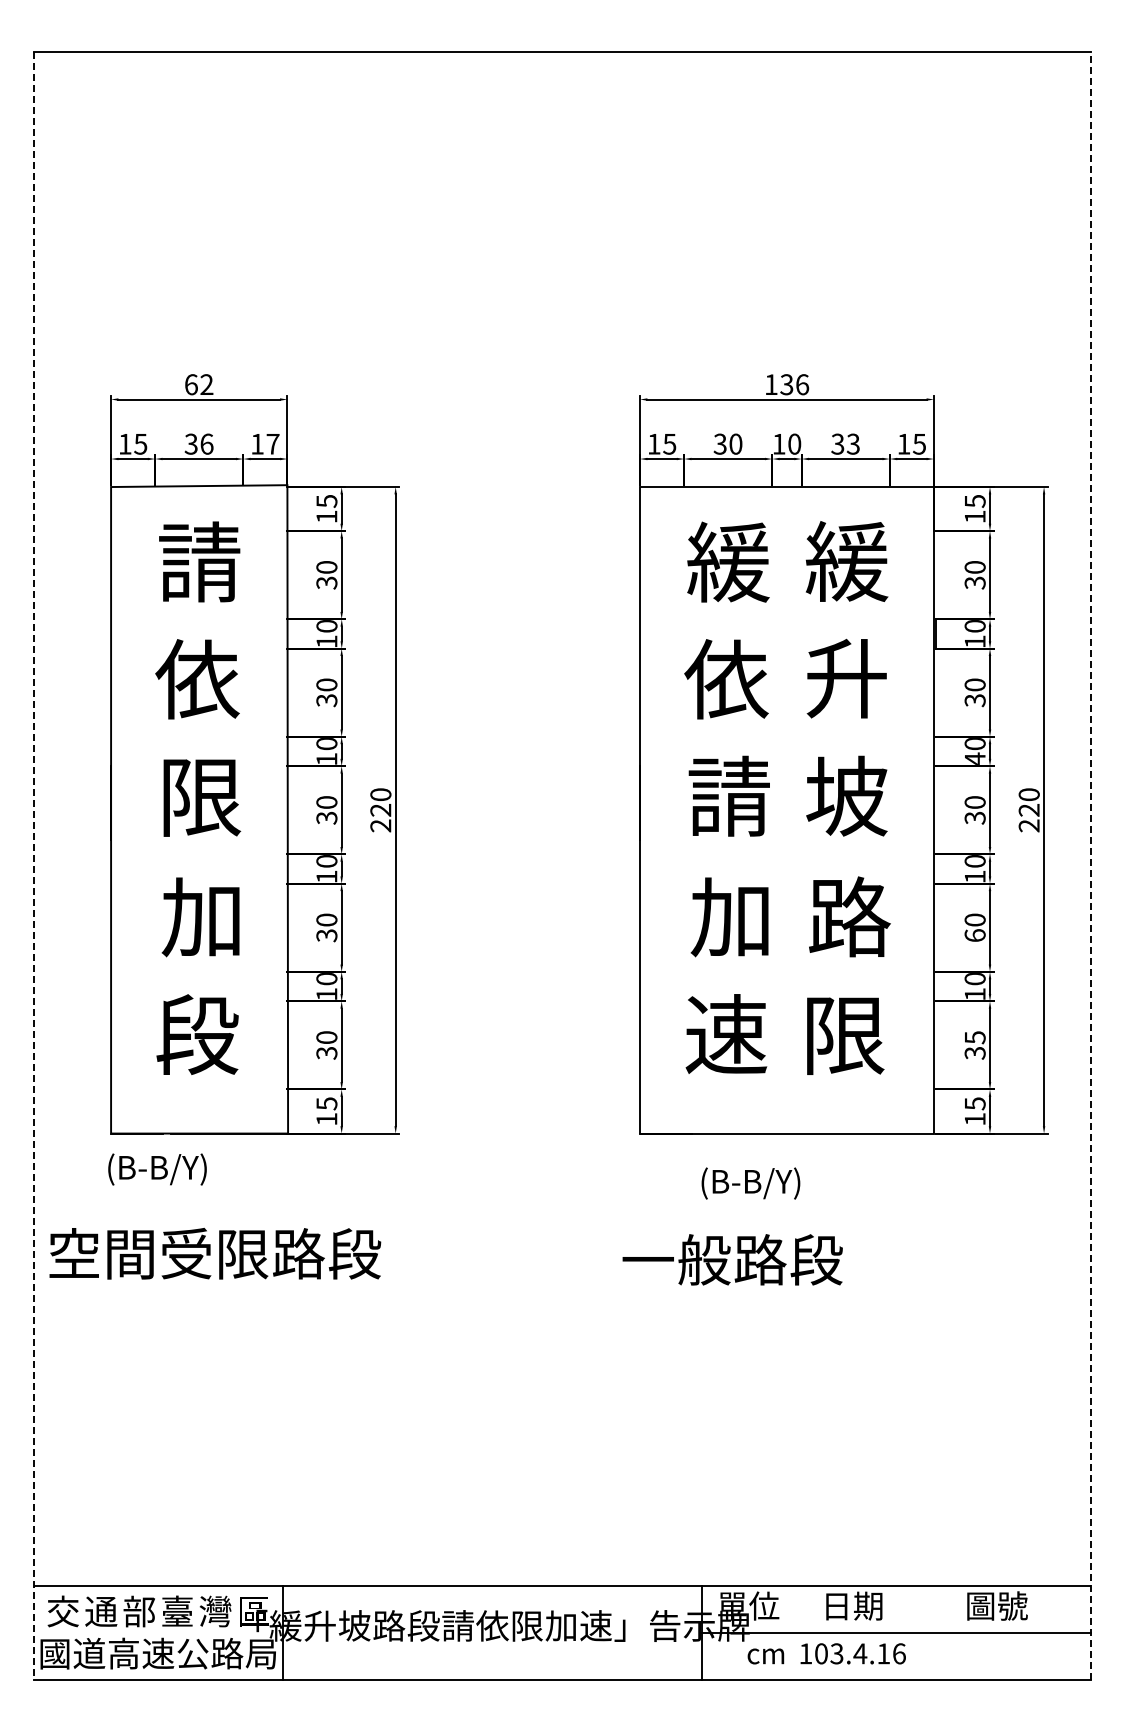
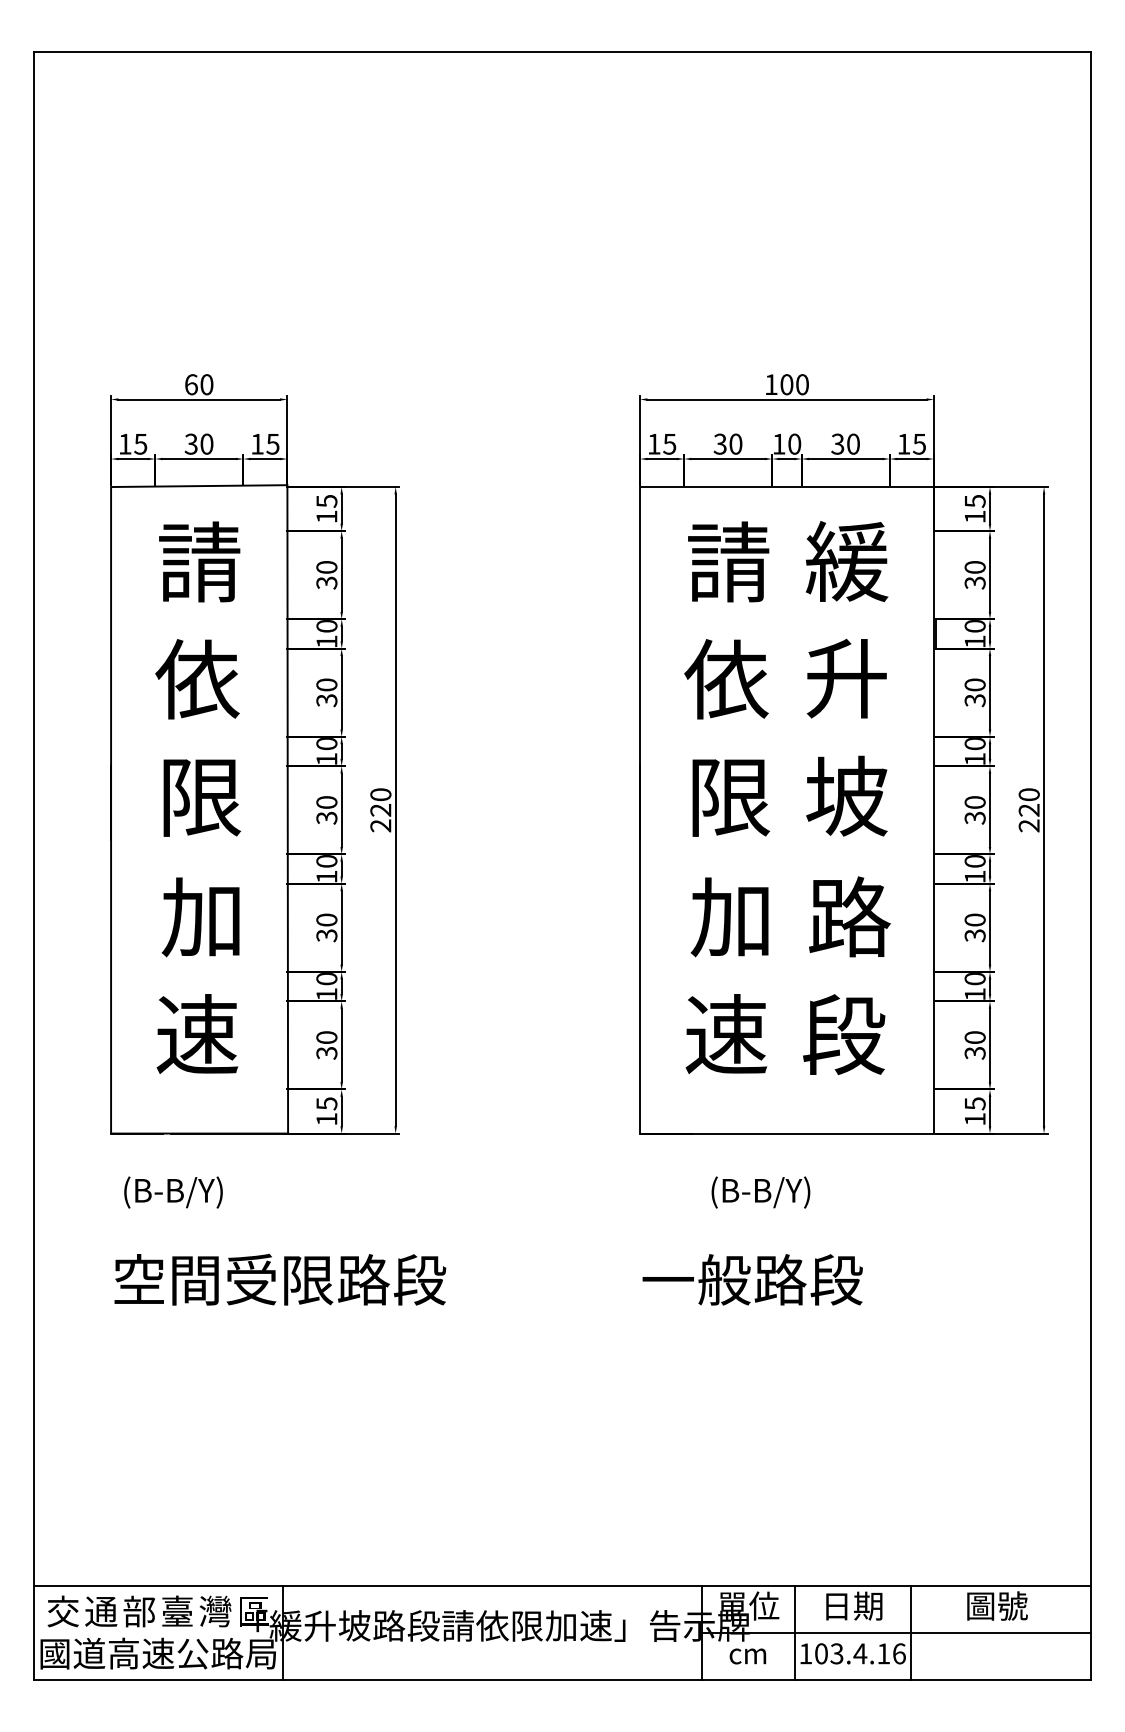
text at (206, 384): 62 -> 60
text at (794, 384): 136 -> 100
text at (206, 443): 36 -> 30
text at (853, 443): 33 -> 30
text at (272, 444): 17 -> 15
text at (728, 561): 緩 -> 請
text at (975, 758): 40 -> 10
text at (729, 795): 請 -> 限
line at (1091, 865): dashed -> solid
line at (33, 866): dashed -> solid
text at (974, 935): 60 -> 30
text at (197, 1034): 段 -> 速
text at (844, 1034): 限 -> 段
text at (974, 1037): 35 -> 30
text at (157, 1169) position: (157, 1169) -> (173, 1192)
text at (750, 1183) position: (750, 1183) -> (760, 1192)
text at (215, 1253) position: (215, 1253) -> (280, 1279)
text at (732, 1259) position: (732, 1259) -> (752, 1279)
line at (794, 1633): none -> present
line at (910, 1633): none -> present
text at (765, 1656) position: (765, 1656) -> (747, 1656)
